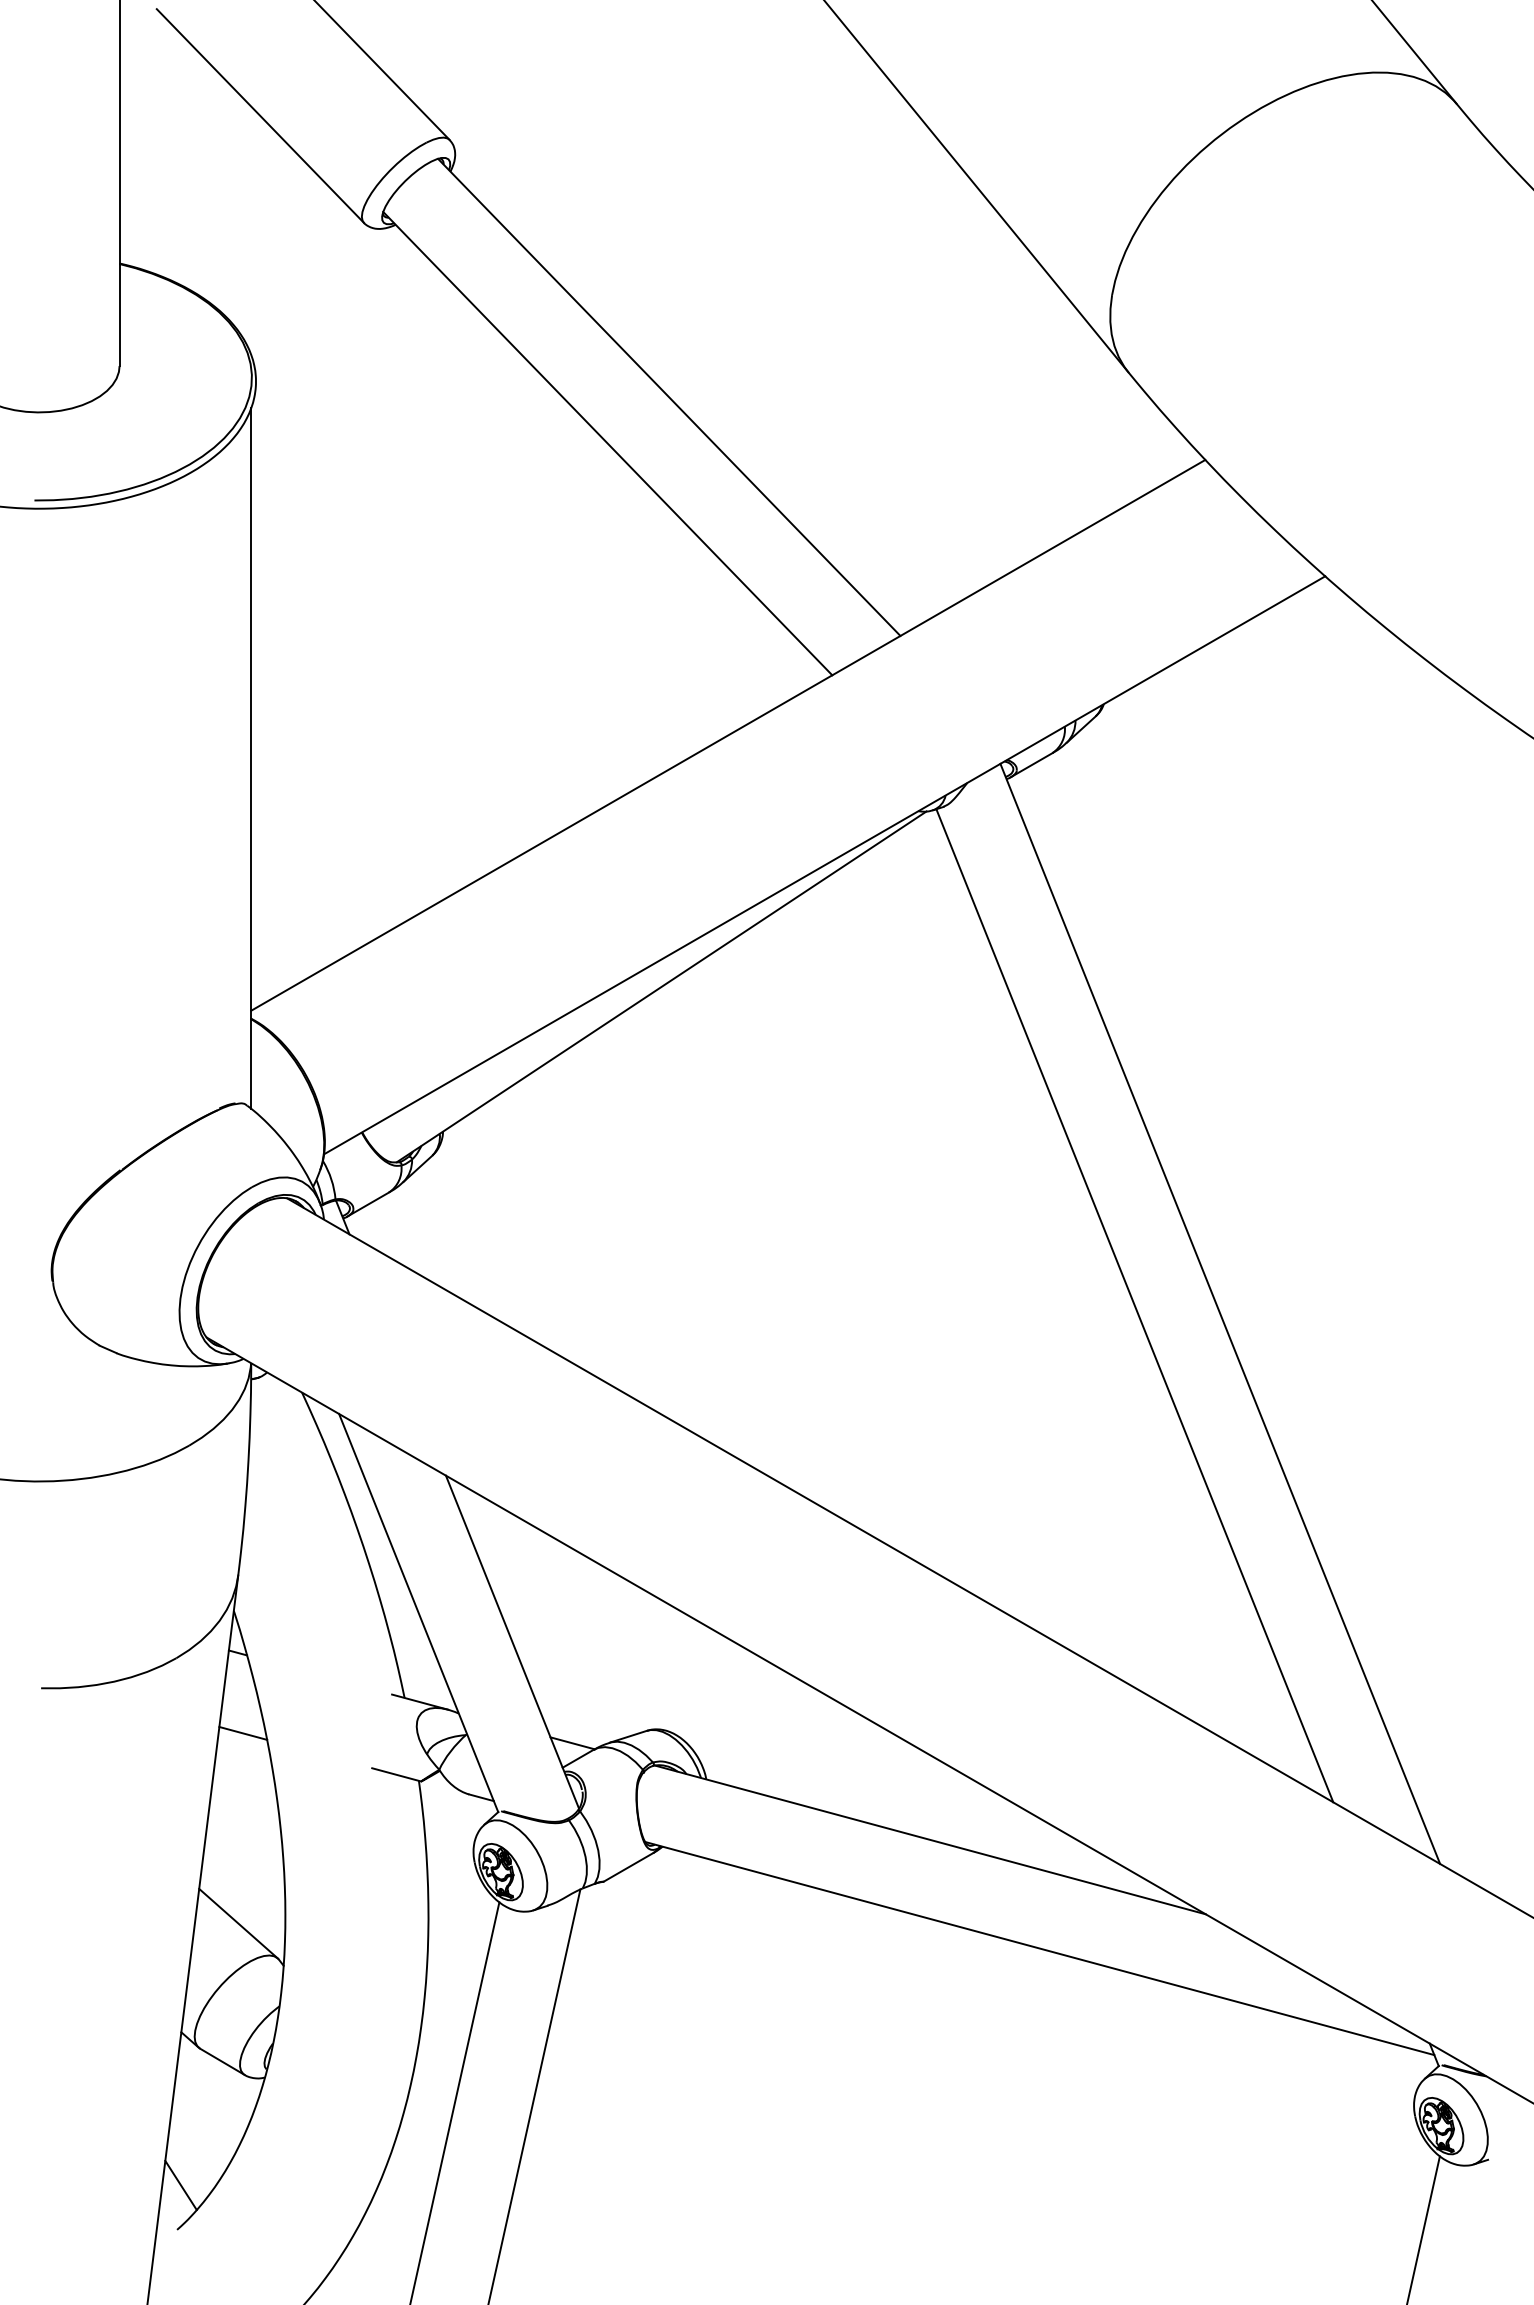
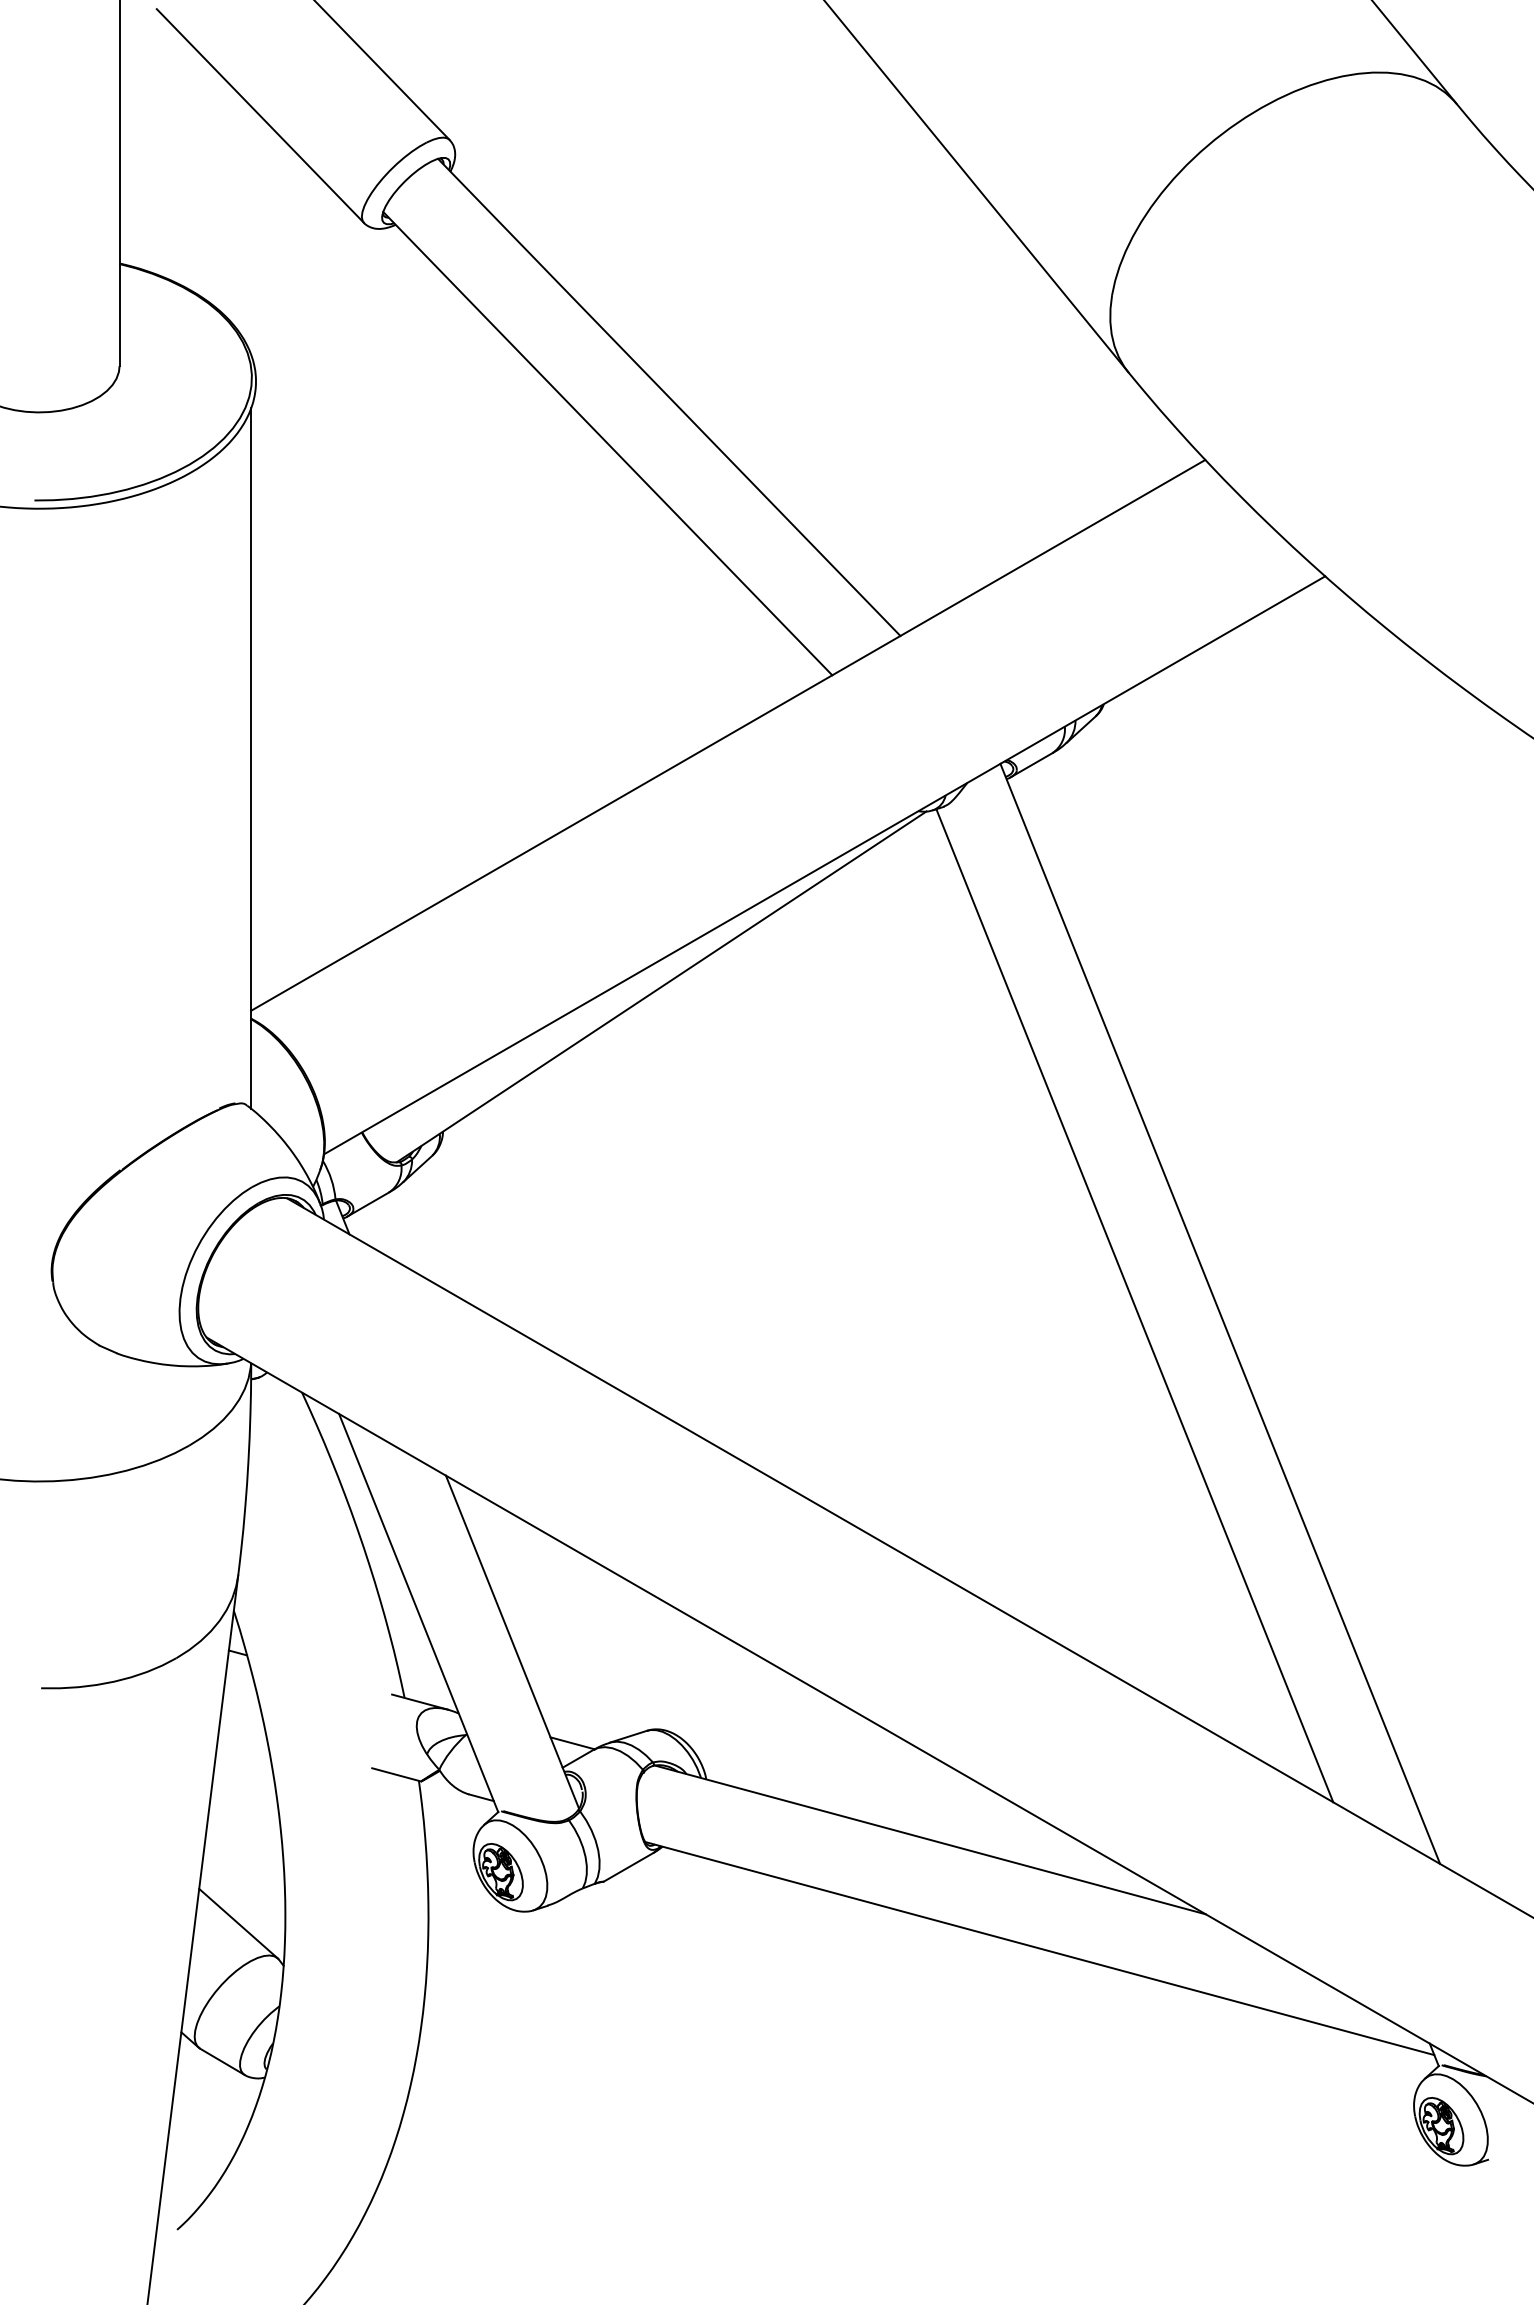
line at (243, 1732): present -> none
line at (534, 2095): present -> none
line at (454, 2101): present -> none
line at (180, 2185): present -> none
line at (1423, 2228): present -> none
